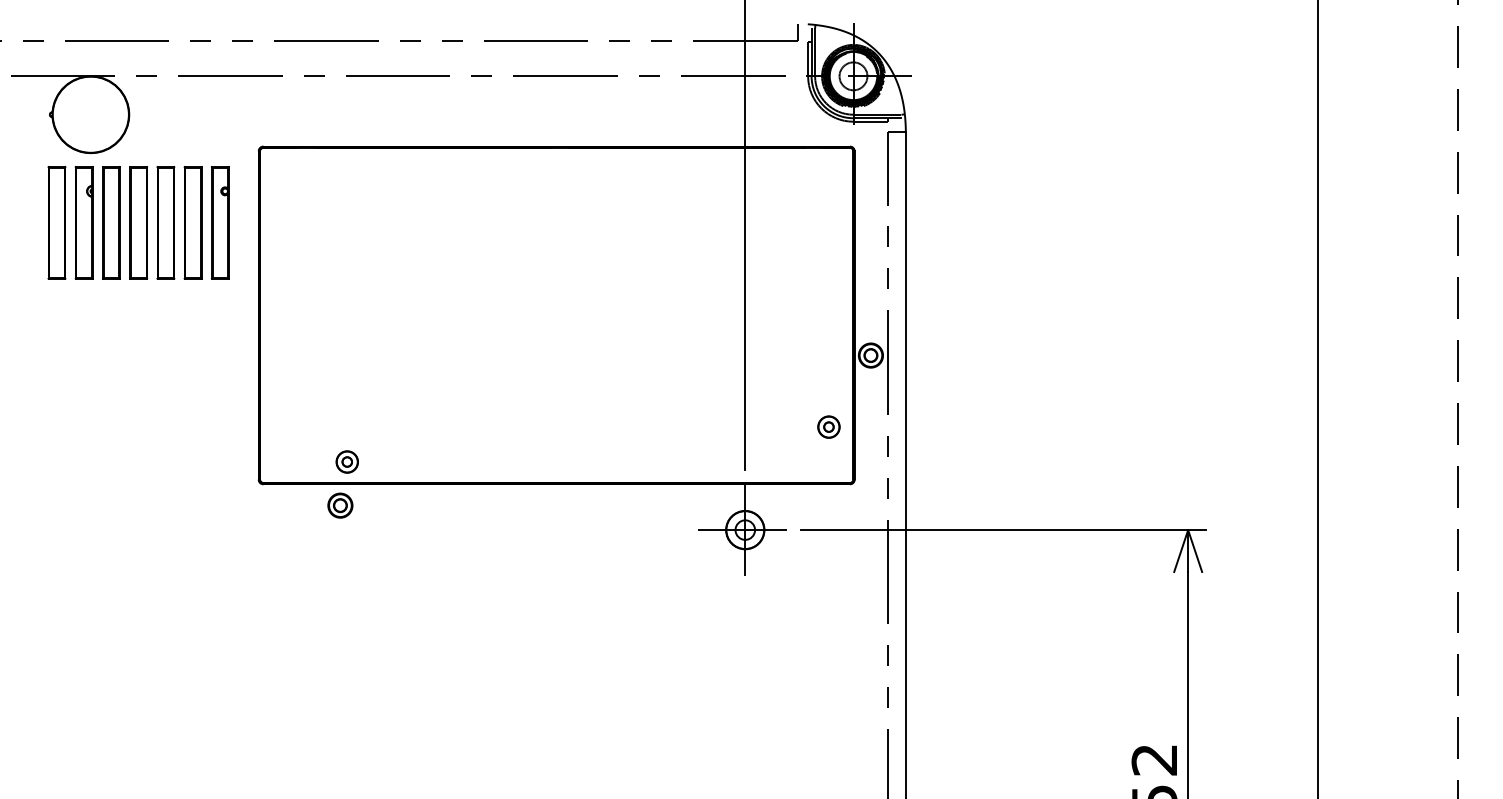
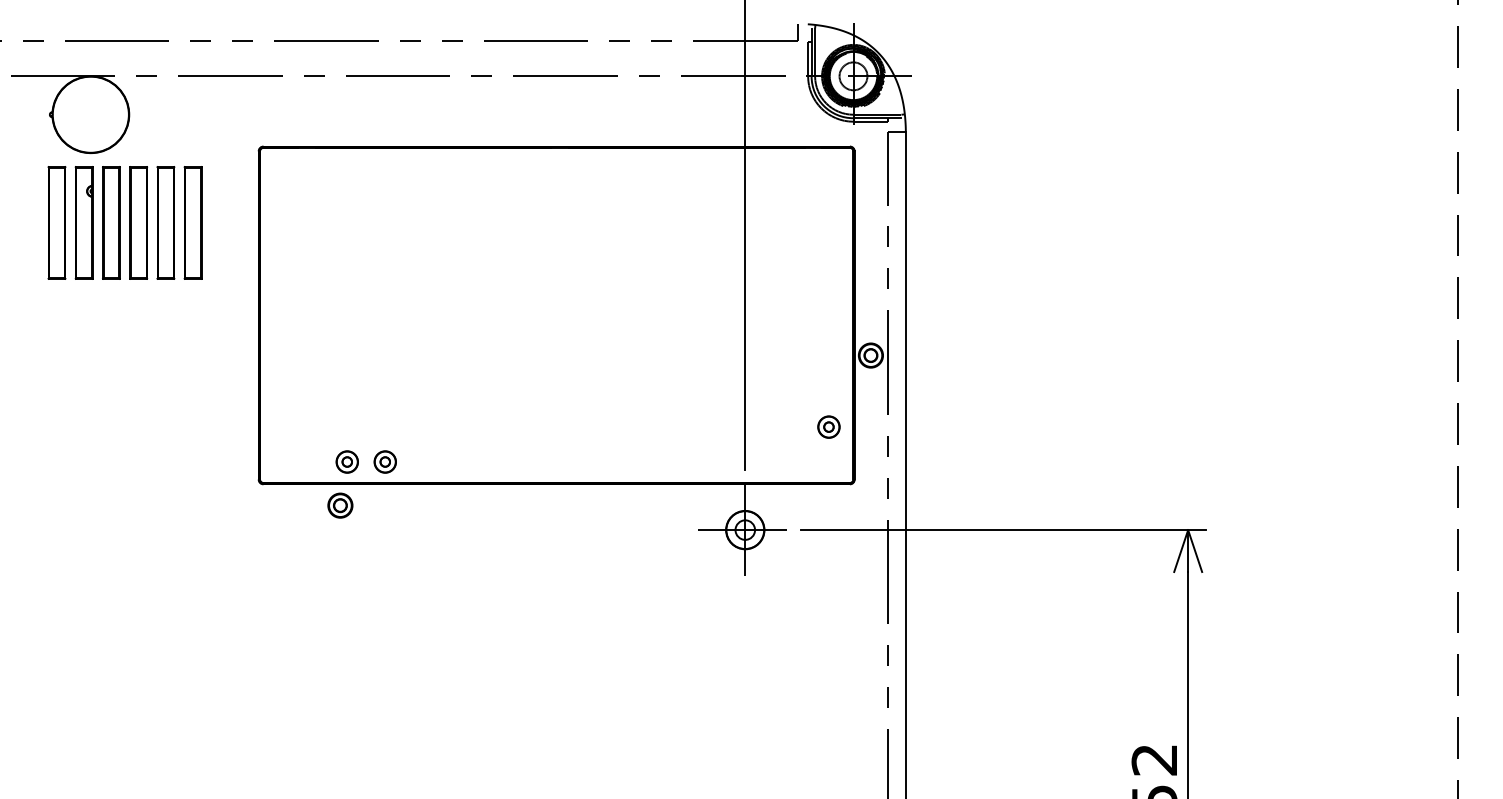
part at (219, 222): present -> none
line at (1318, 398): present -> none
part at (384, 461): none -> present
